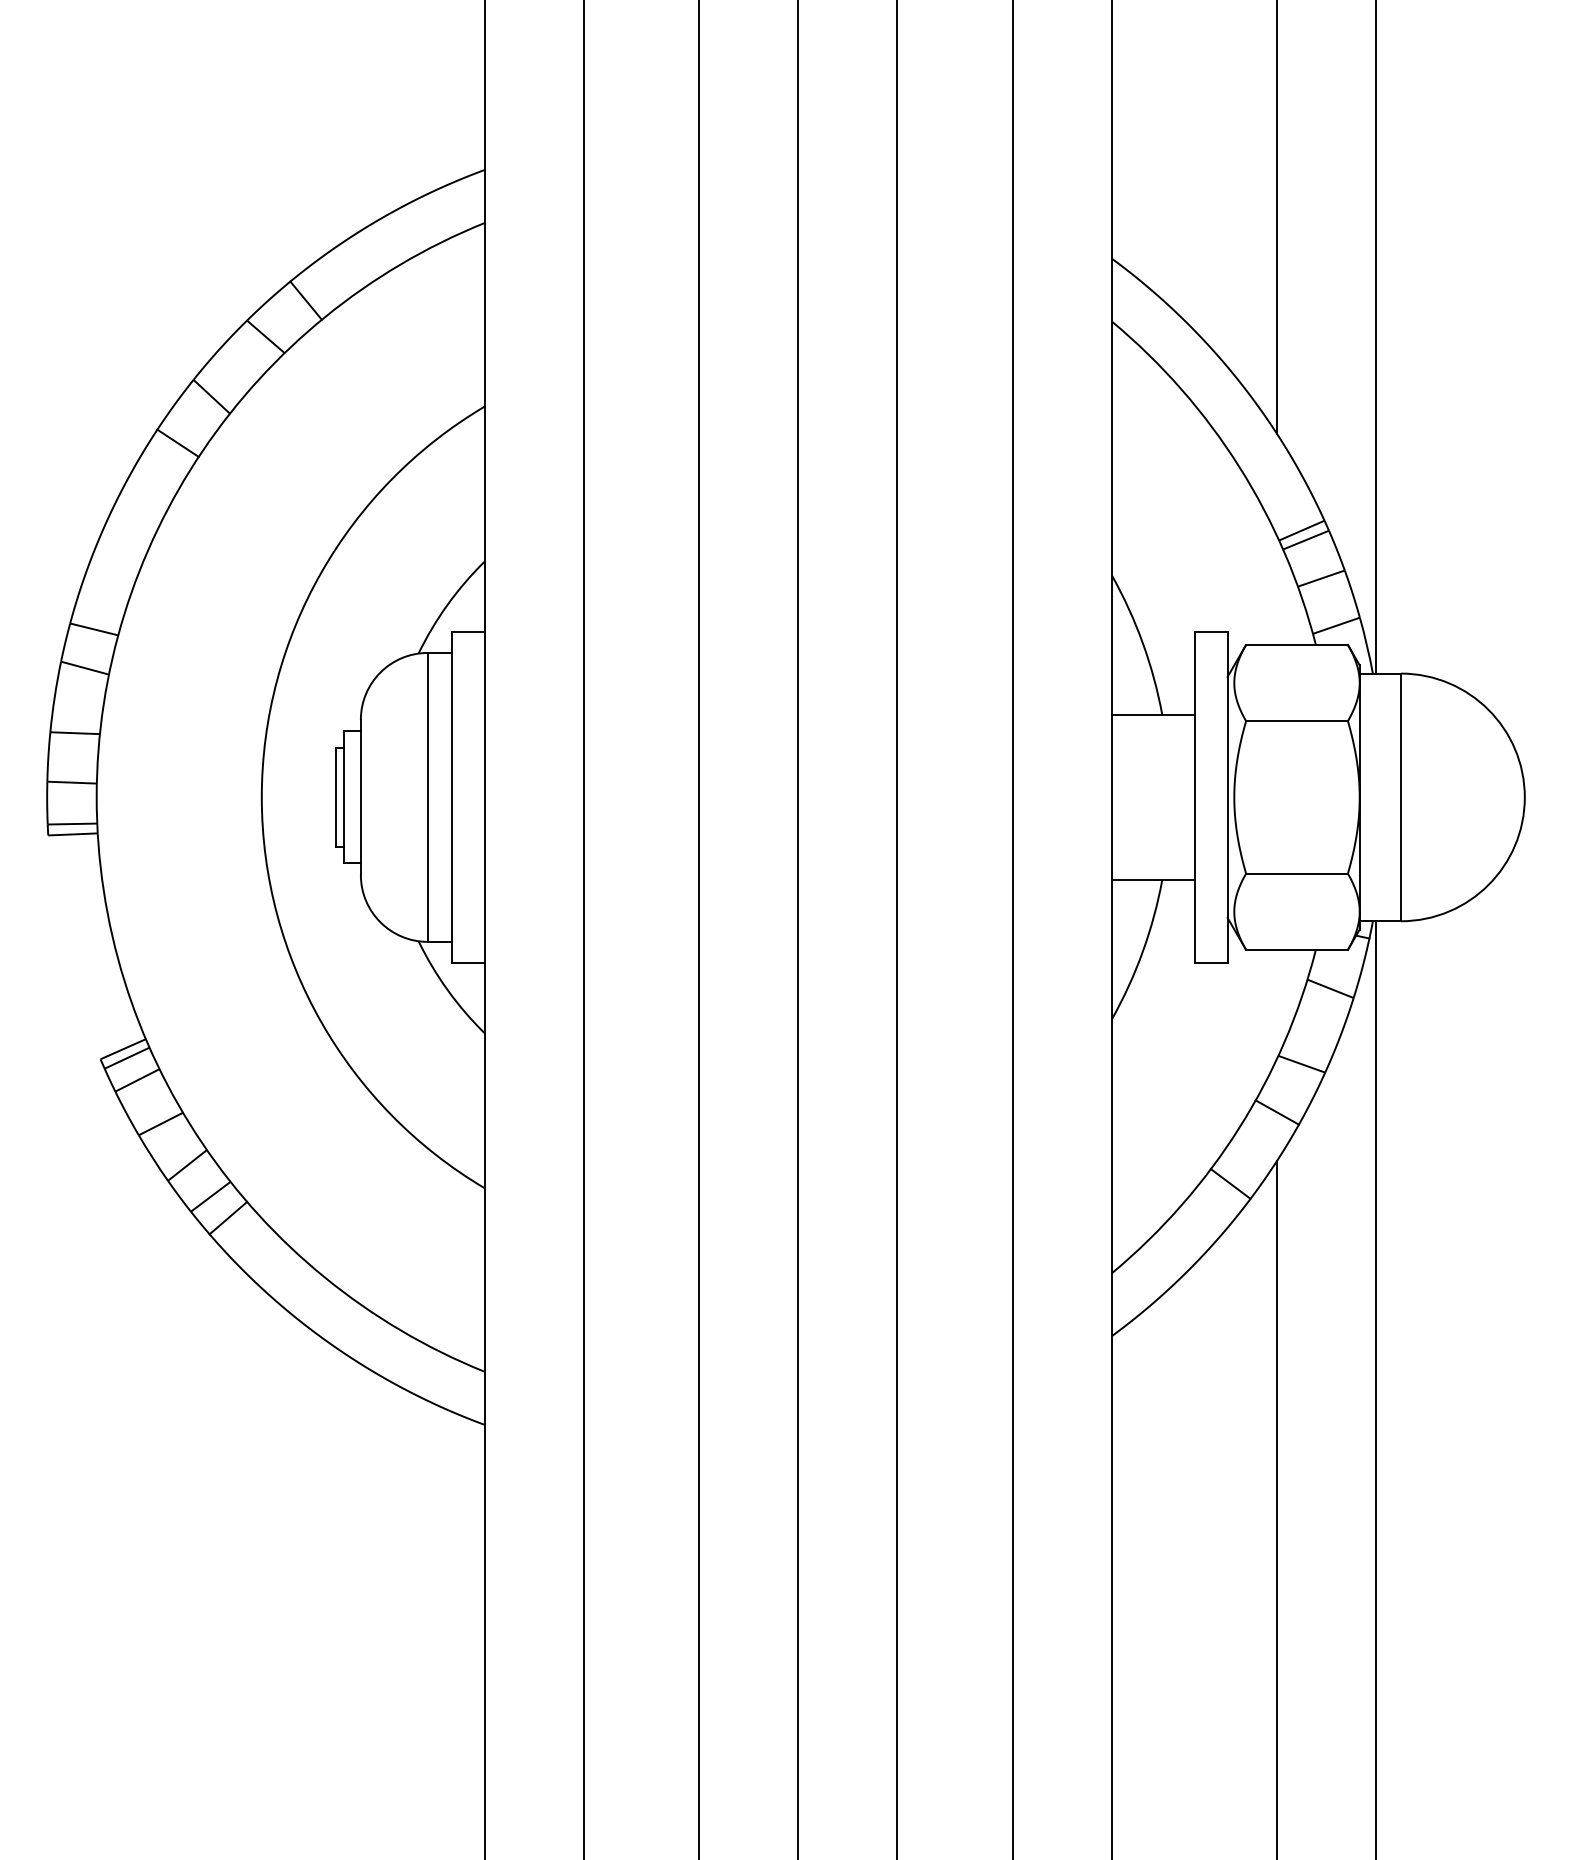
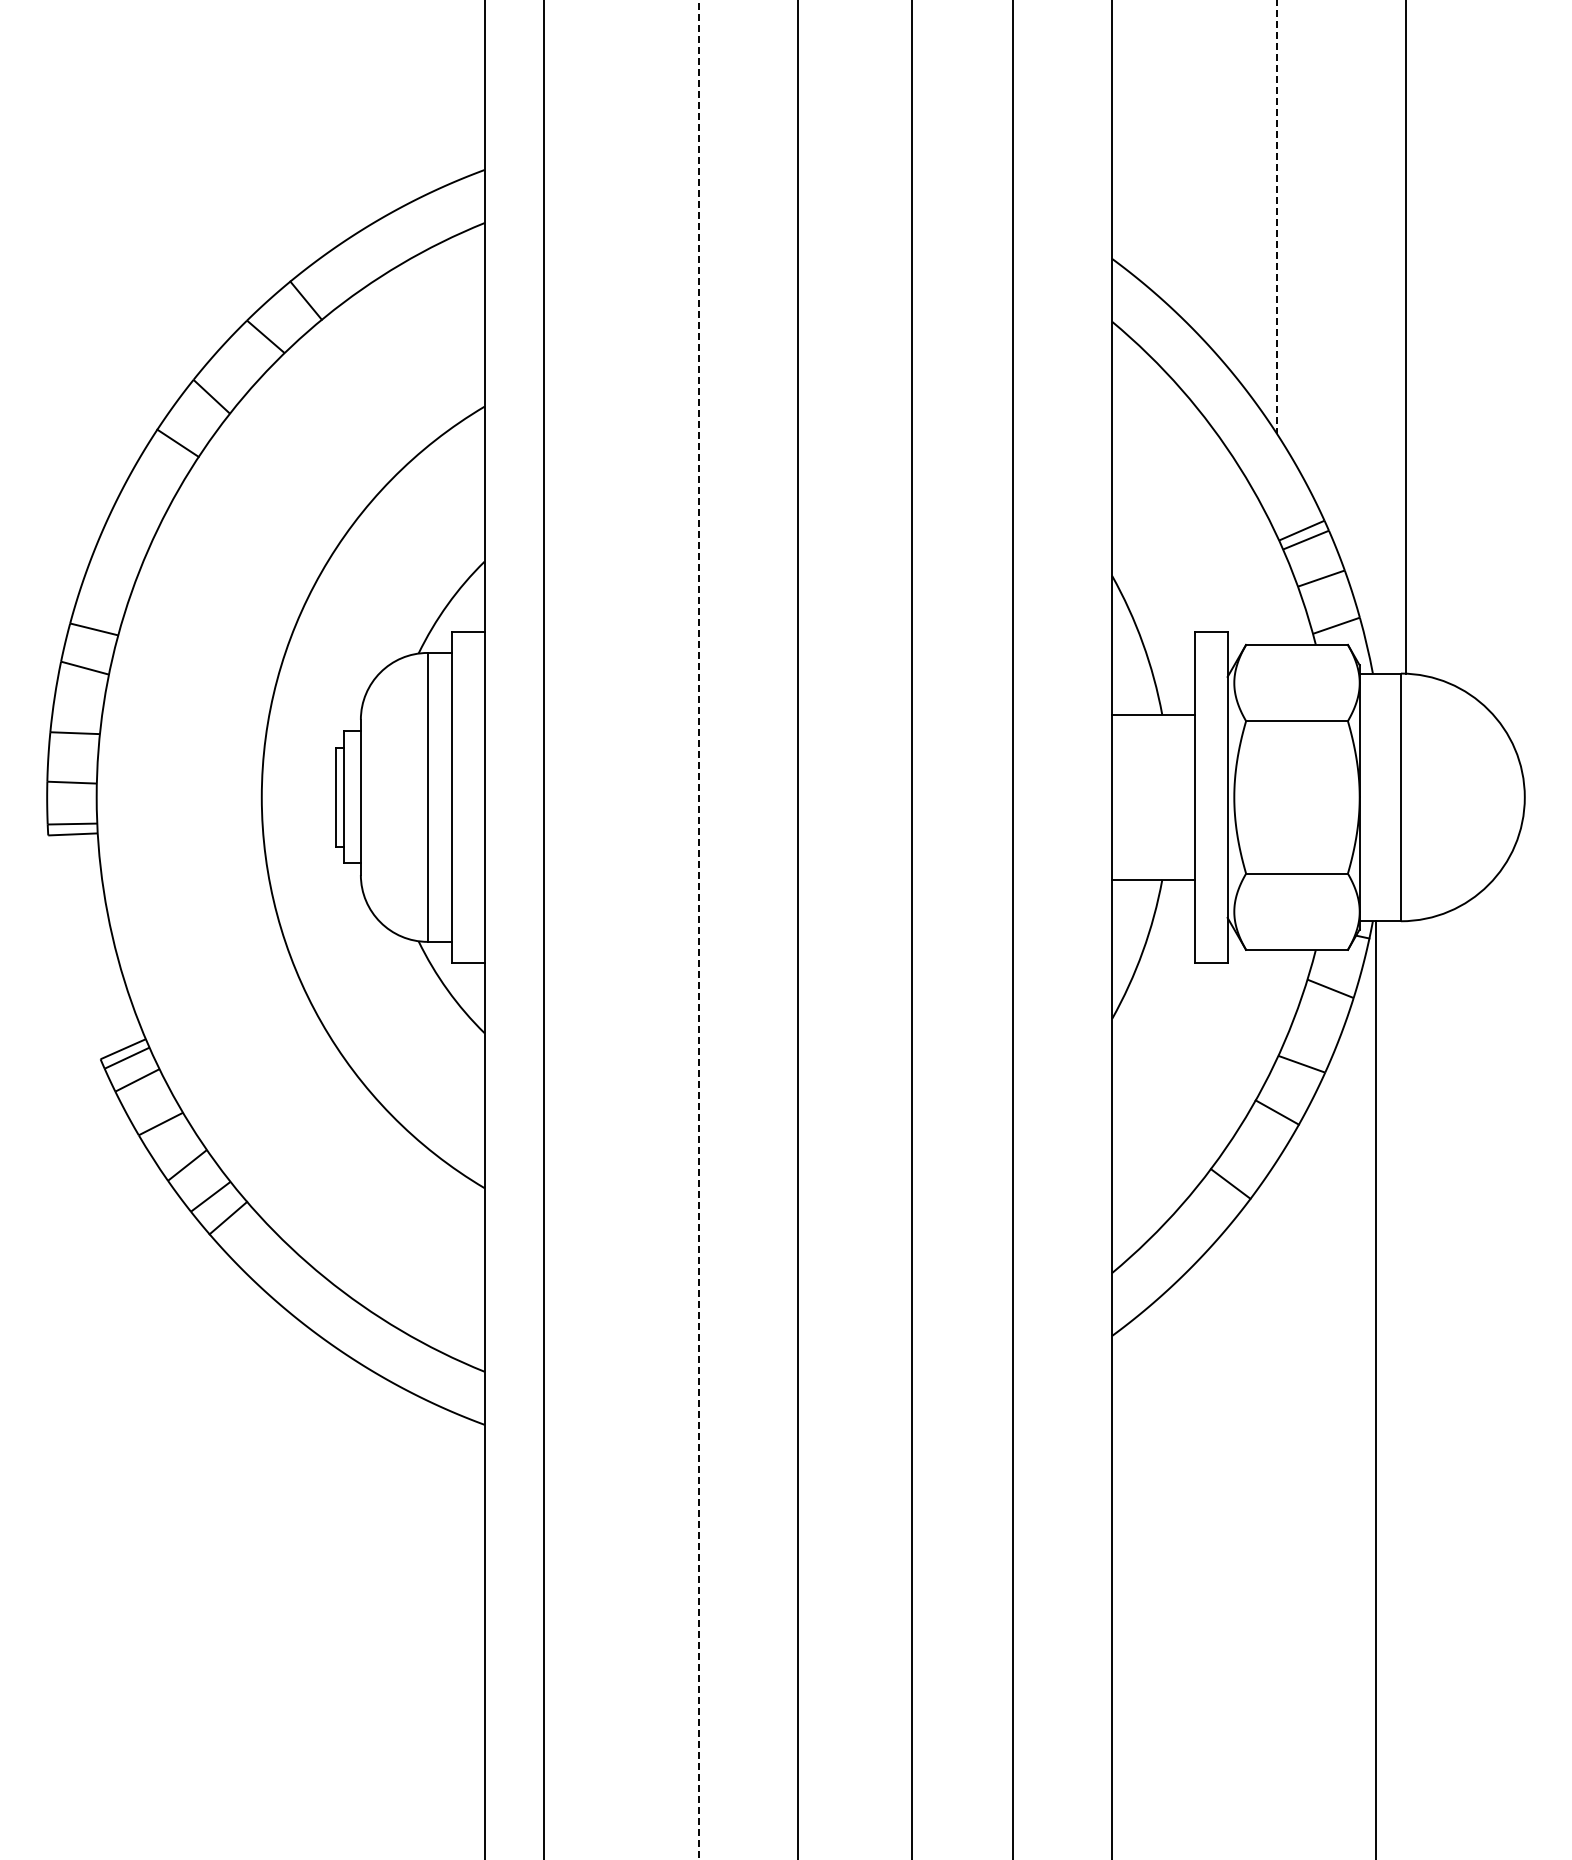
line at (1277, 217): solid -> dashed
line at (1376, 337) position: (1376, 337) -> (1406, 337)
line at (583, 929) position: (583, 929) -> (543, 929)
line at (897, 929) position: (897, 929) -> (912, 929)
line at (699, 930): solid -> dashed
line at (1277, 1508): present -> none
